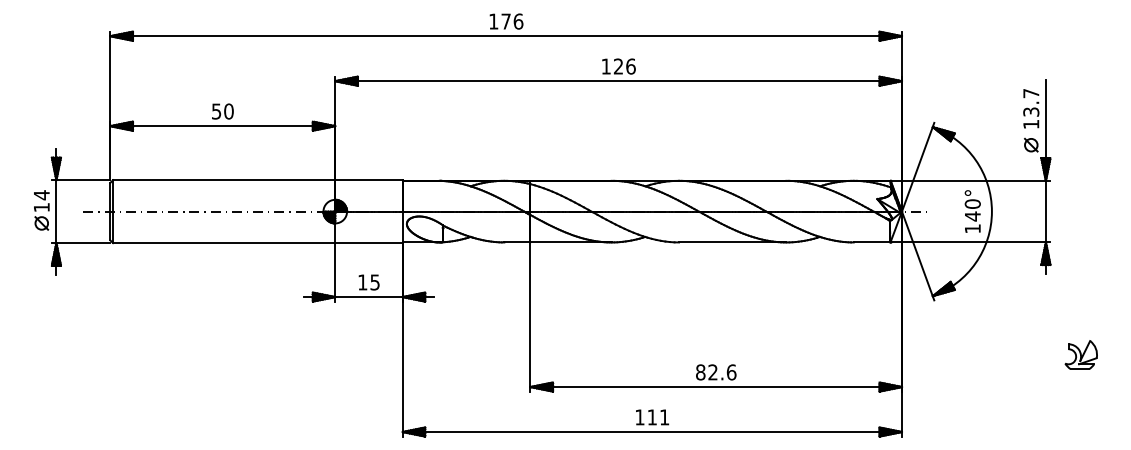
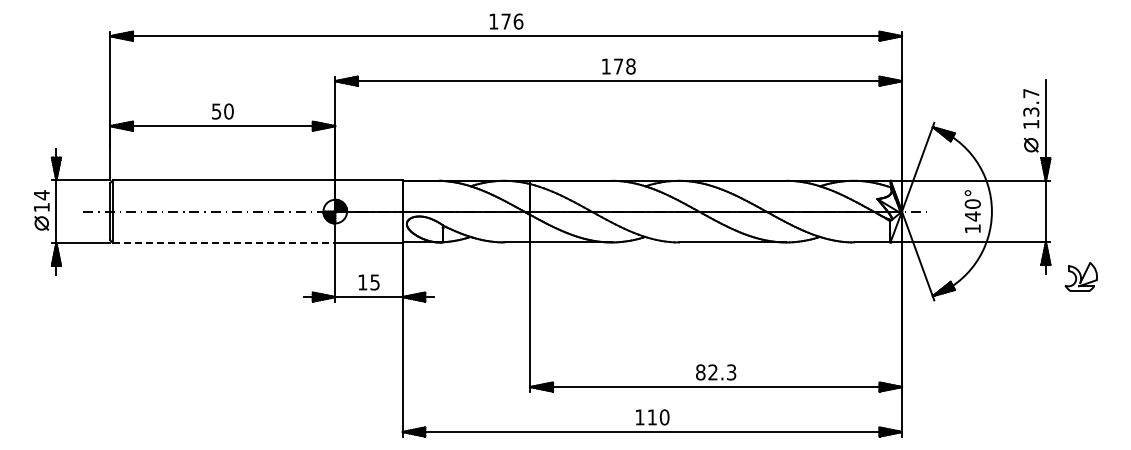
text at (624, 66): 126 -> 178
line at (224, 243): solid -> dashed
part at (1080, 354) position: (1080, 354) -> (1080, 276)
text at (731, 372): 82.6 -> 82.3
text at (664, 417): 111 -> 110
